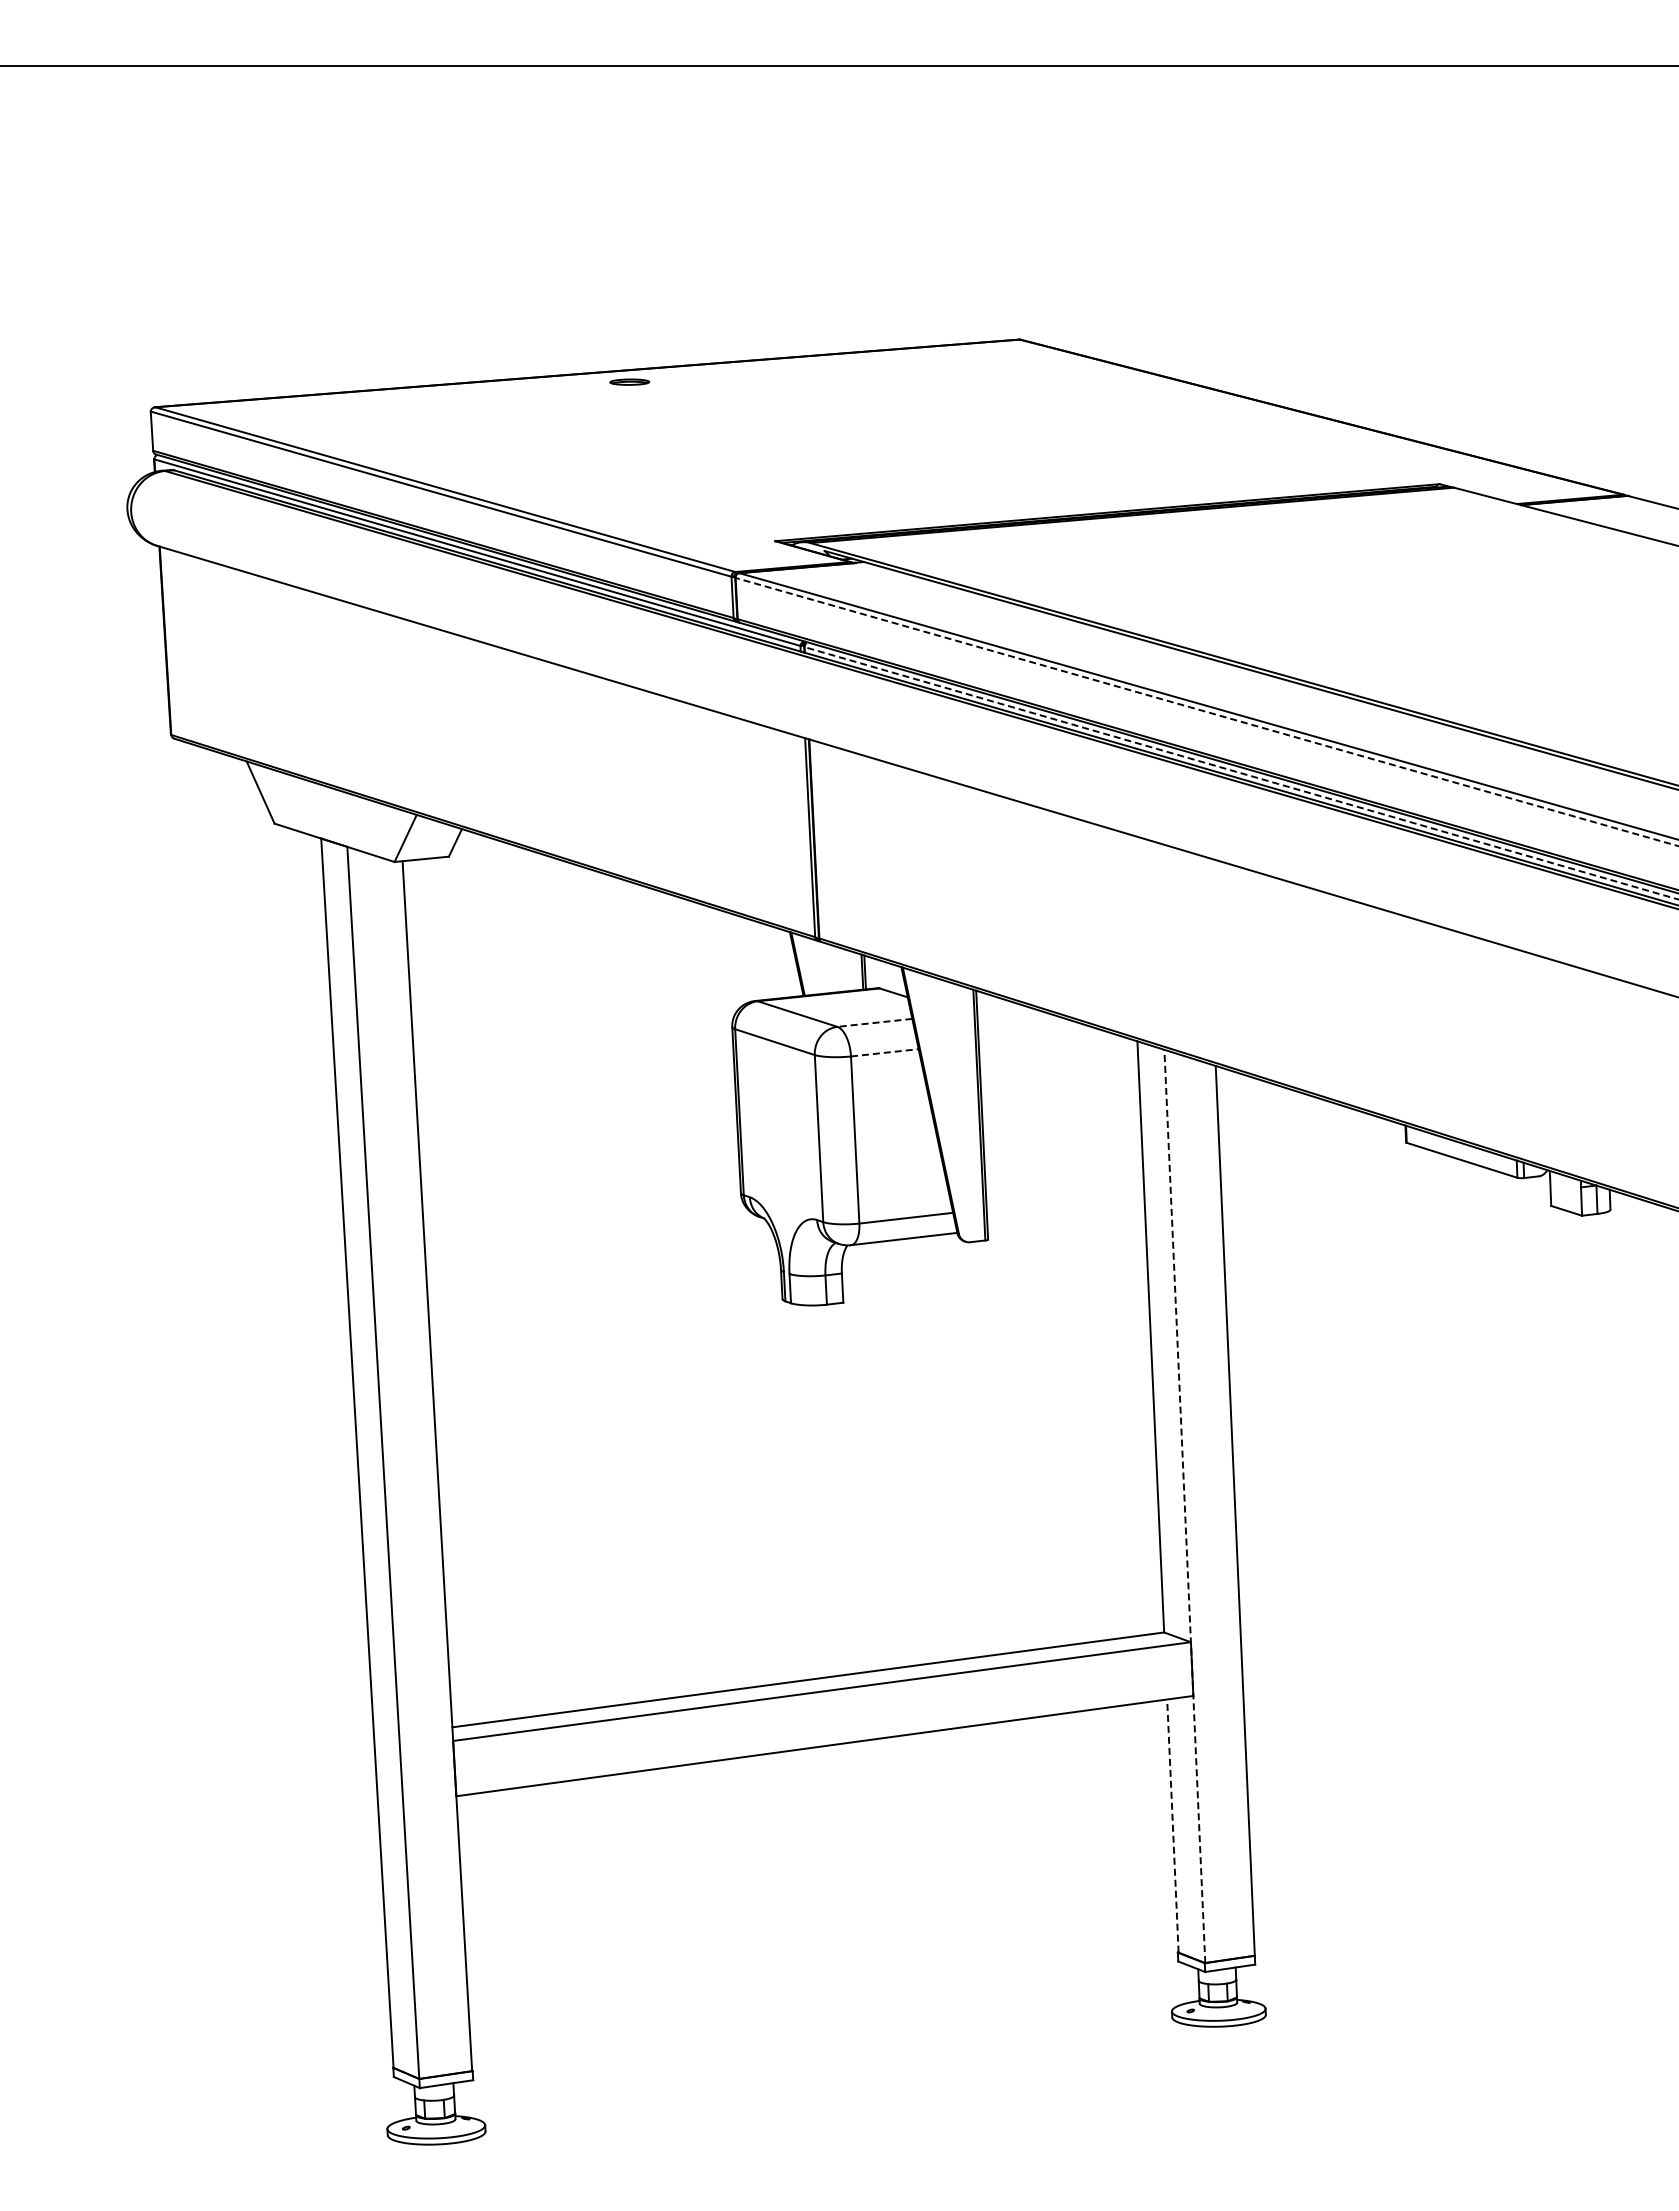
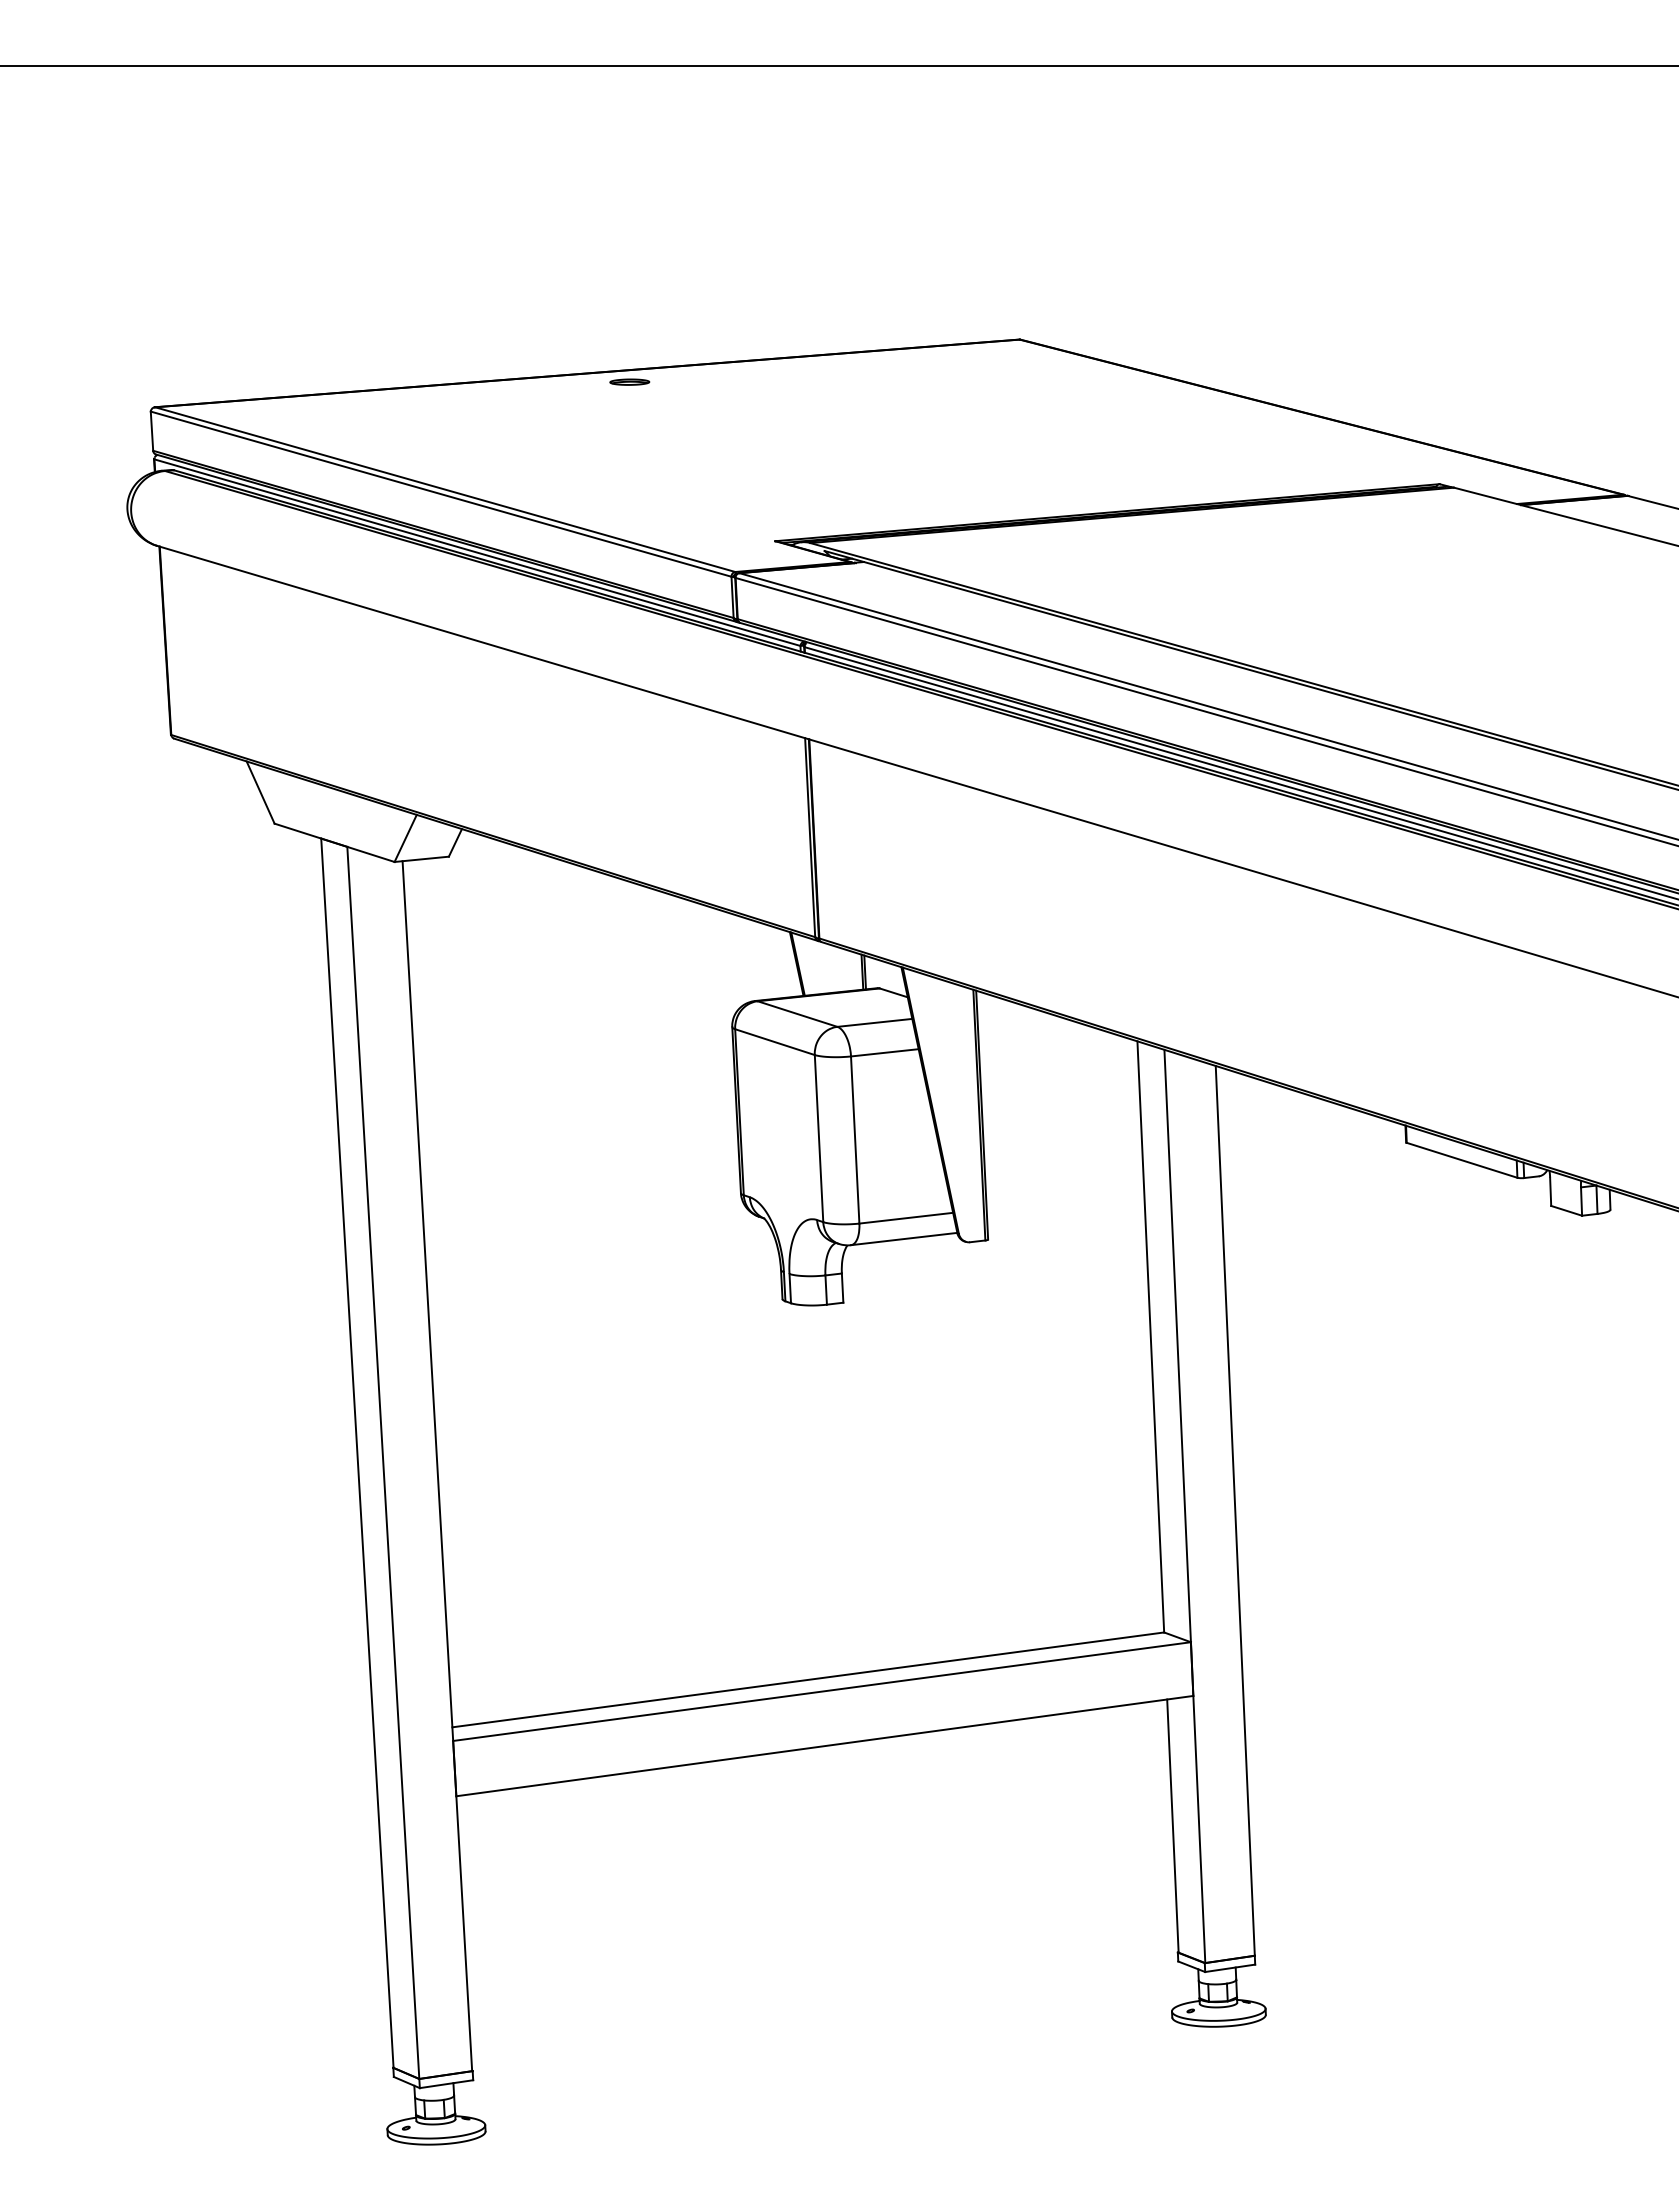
line at (1206, 711): dashed -> solid
line at (1241, 773): dashed -> solid
line at (874, 1022): dashed -> solid
line at (885, 1052): dashed -> solid
line at (1184, 1505): dashed -> solid
line at (1172, 1826): dashed -> solid
